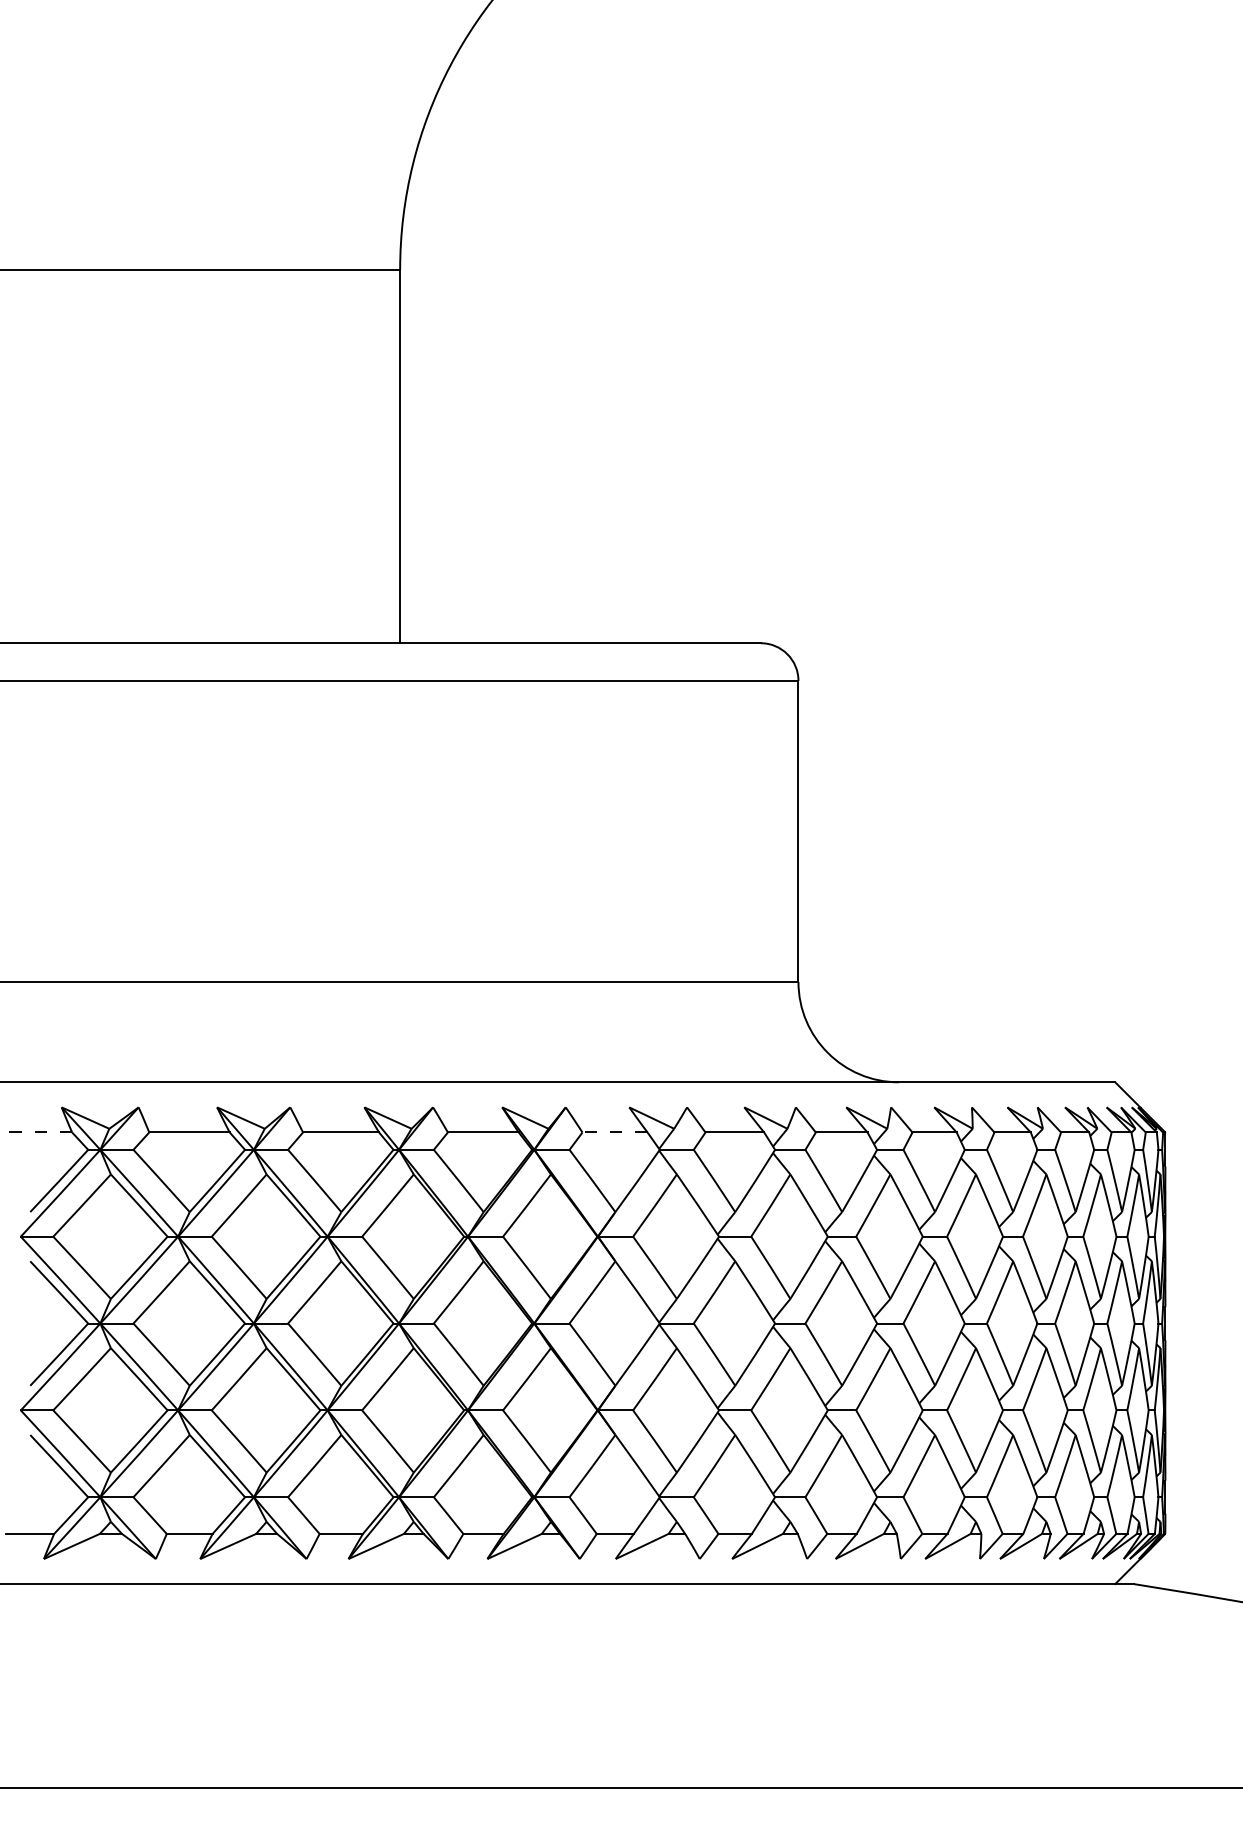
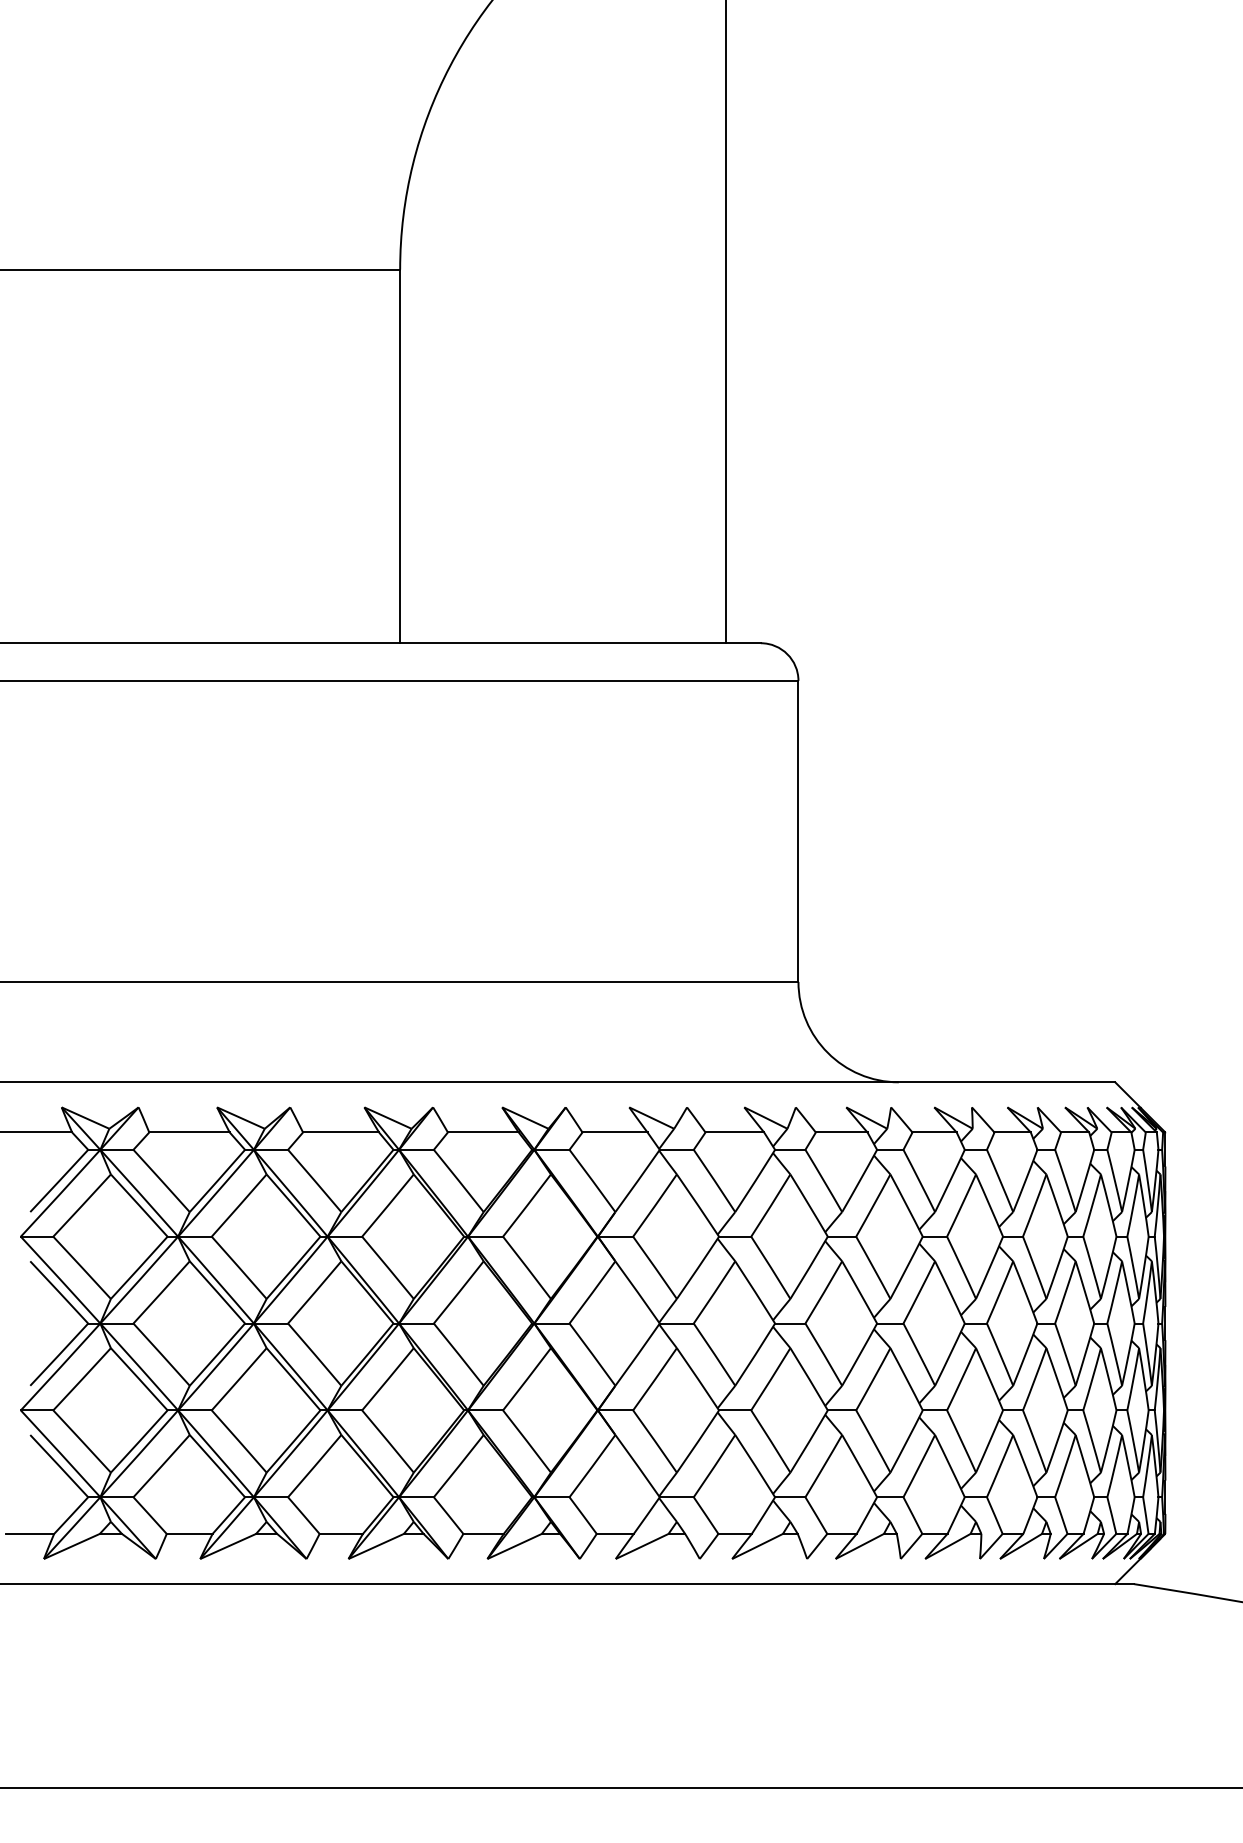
line at (726, 322): none -> present
line at (36, 1132): dashed -> solid
line at (615, 1132): dashed -> solid
